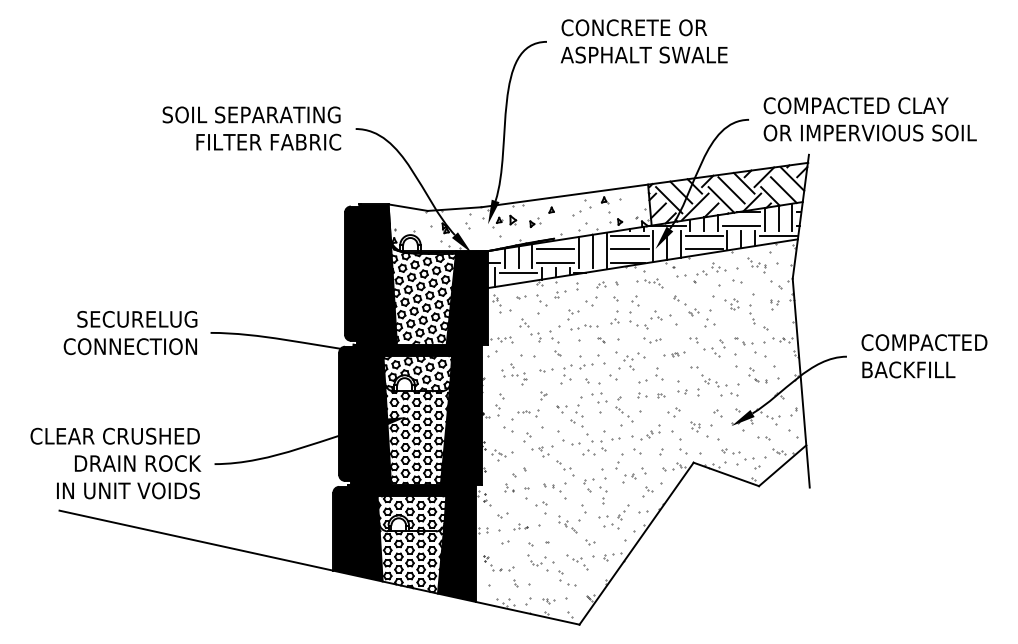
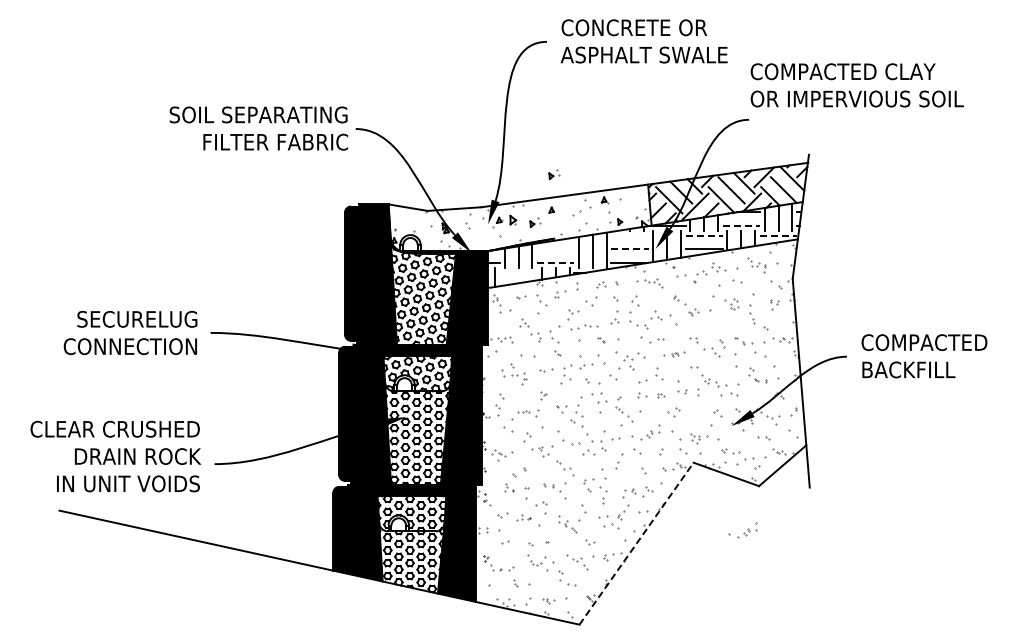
text at (869, 119) position: (869, 119) -> (856, 85)
text at (251, 128) position: (251, 128) -> (258, 128)
part at (554, 174): none -> present
line at (741, 226): solid -> dashed
line at (629, 235): present -> none
line at (704, 235): solid -> dashed
line at (778, 235): solid -> dashed
line at (555, 249): present -> none
line at (629, 249): solid -> dashed
line at (555, 263): solid -> dashed
line at (518, 272): present -> none
part at (709, 322): present -> none
part at (652, 340) size: 19x7 px -> 25x8 px
part at (695, 426) position: (695, 426) -> (695, 438)
text at (115, 463) position: (115, 463) -> (115, 456)
part at (629, 478) position: (629, 478) -> (629, 493)
part at (520, 526) position: (520, 526) -> (523, 517)
part at (742, 530): none -> present
line at (636, 543): solid -> dashed
